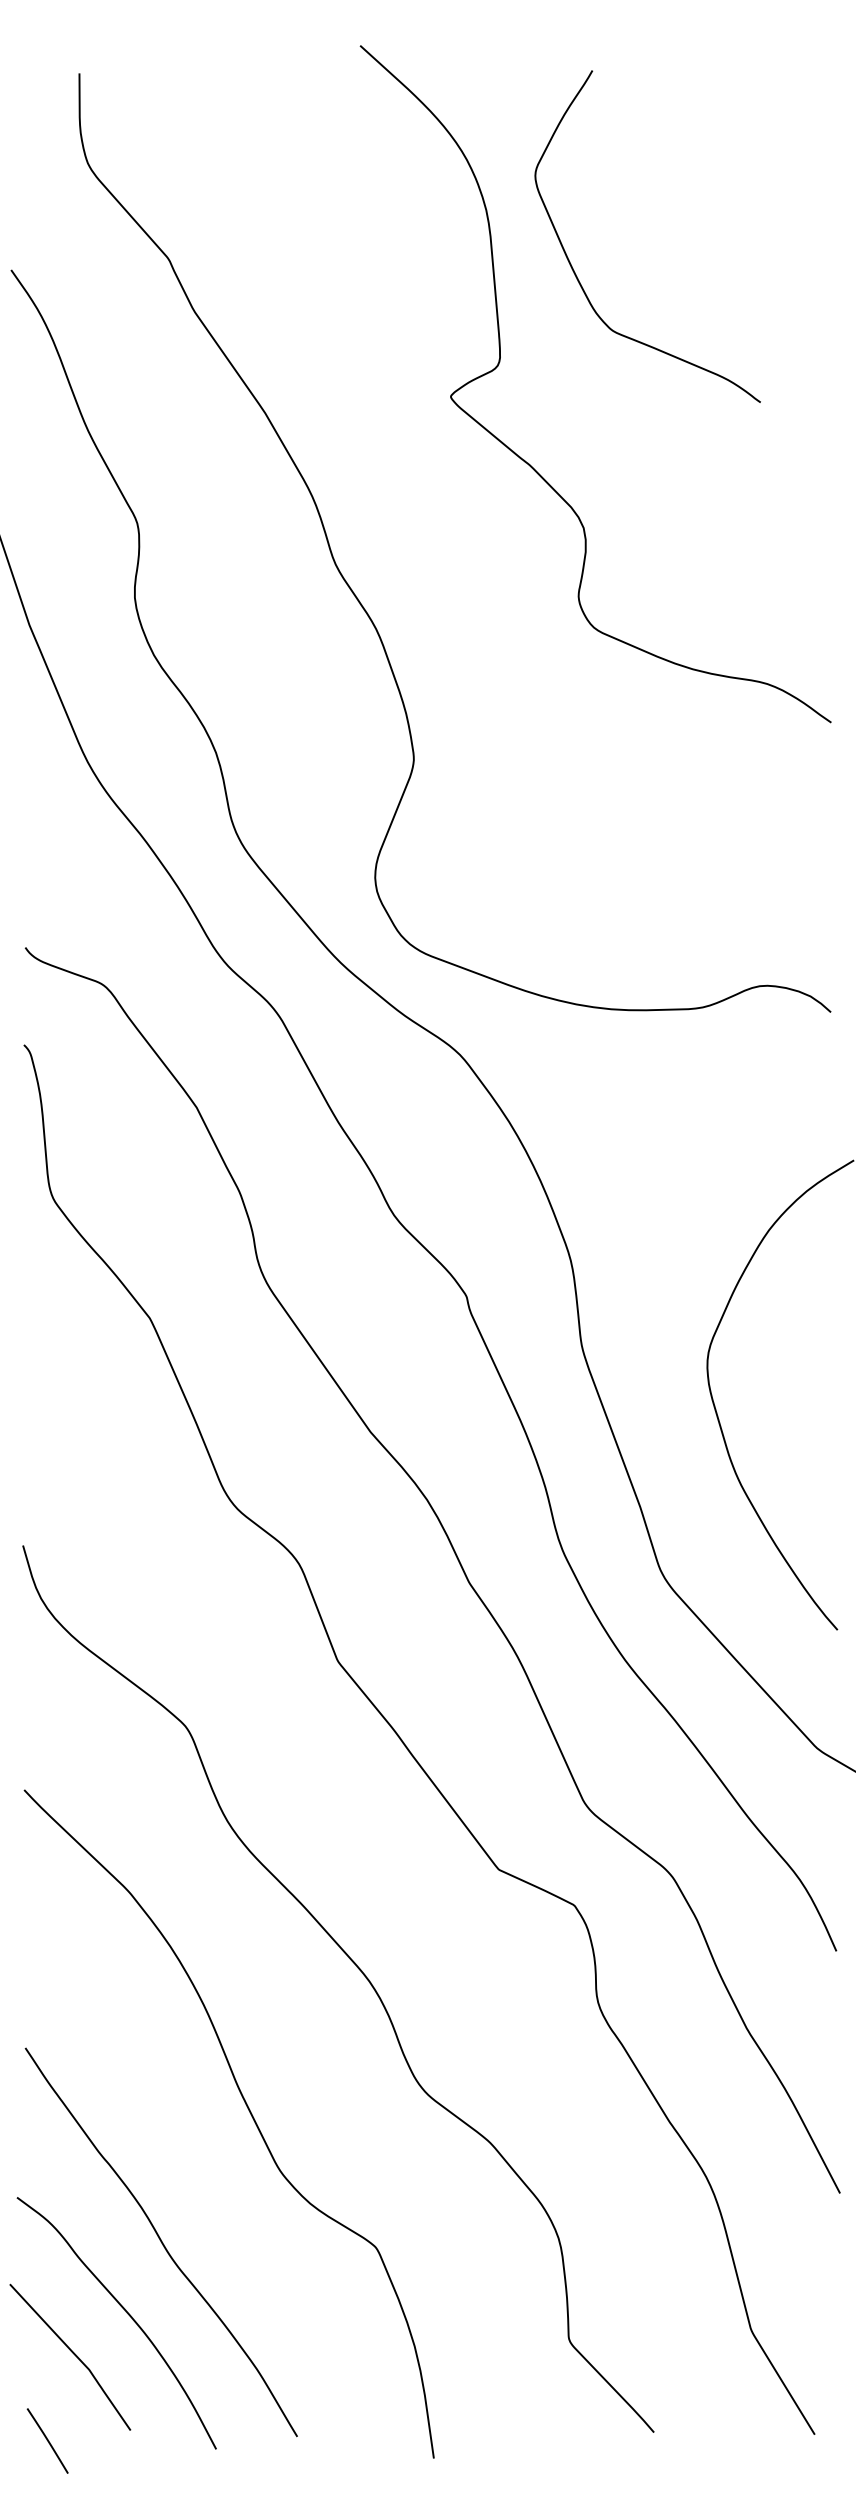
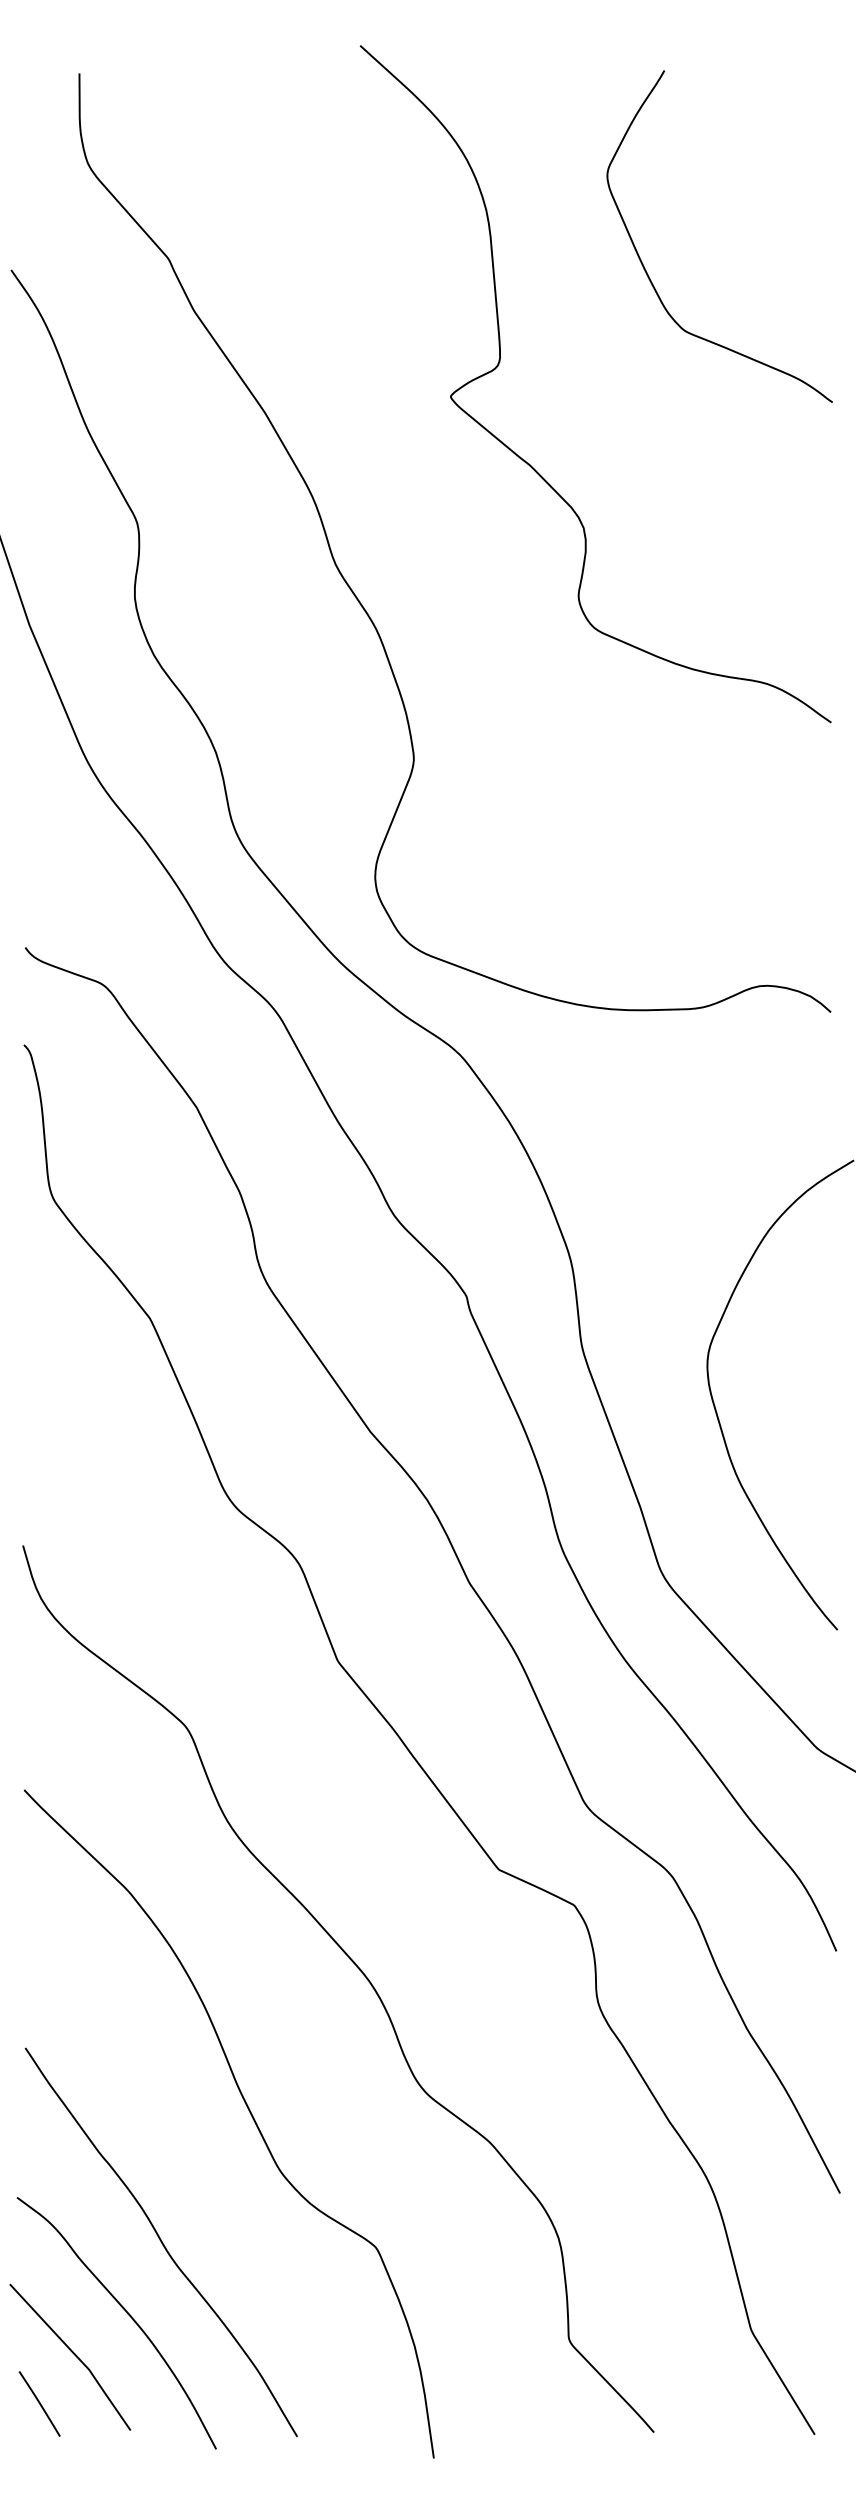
curve at (575, 272) position: (575, 272) -> (647, 272)
line at (47, 2440) position: (47, 2440) -> (39, 2403)
